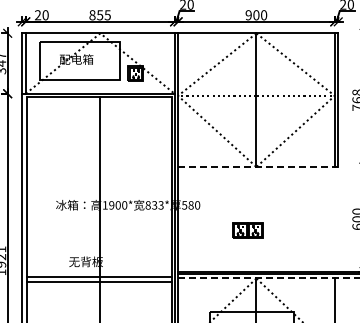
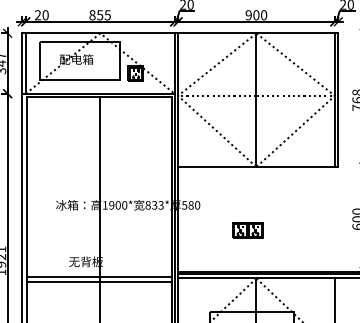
line at (258, 167): dashed -> solid
line at (269, 278): dashed -> solid
